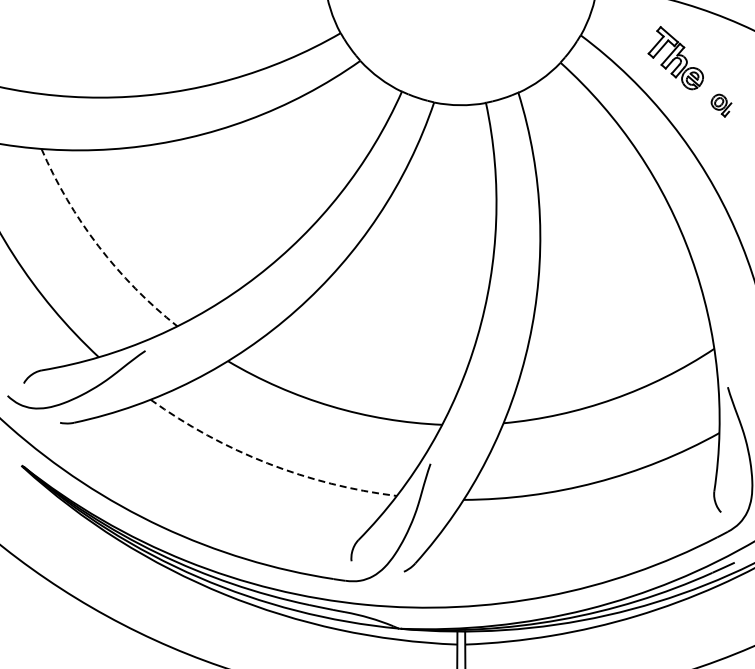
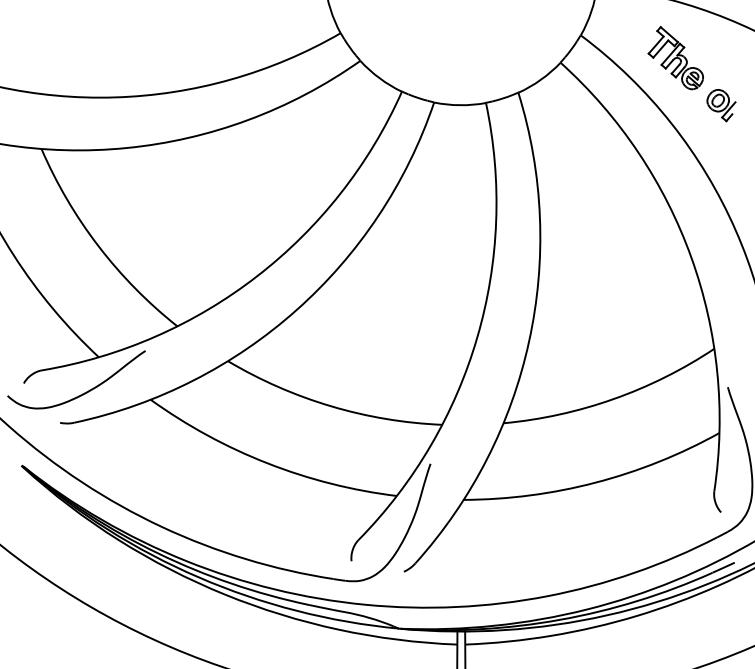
part at (721, 105) size: 23x25 px -> 31x34 px
arc at (98, 246): dashed -> solid
arc at (267, 463): dashed -> solid
